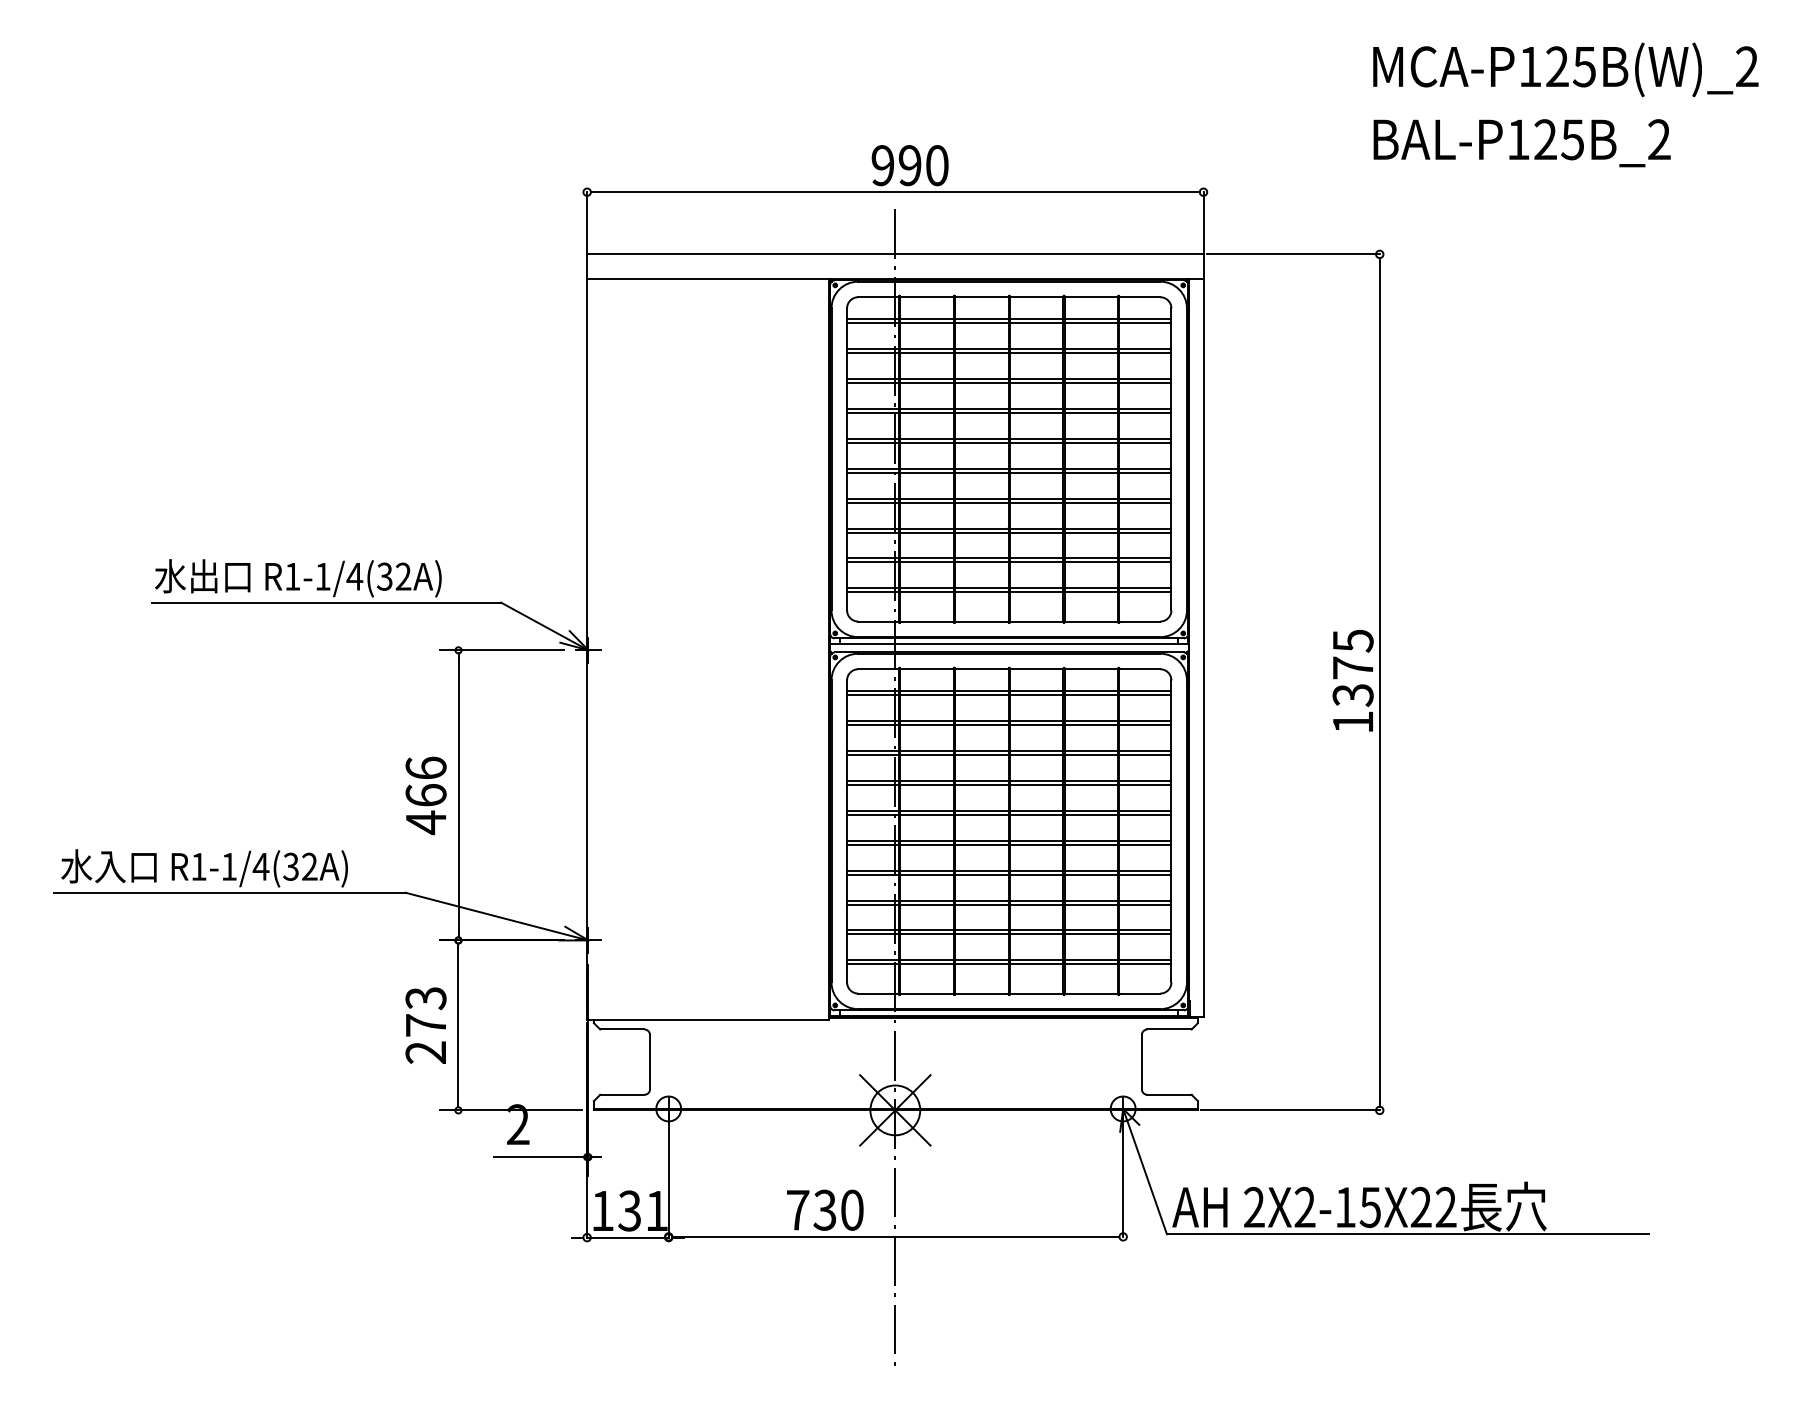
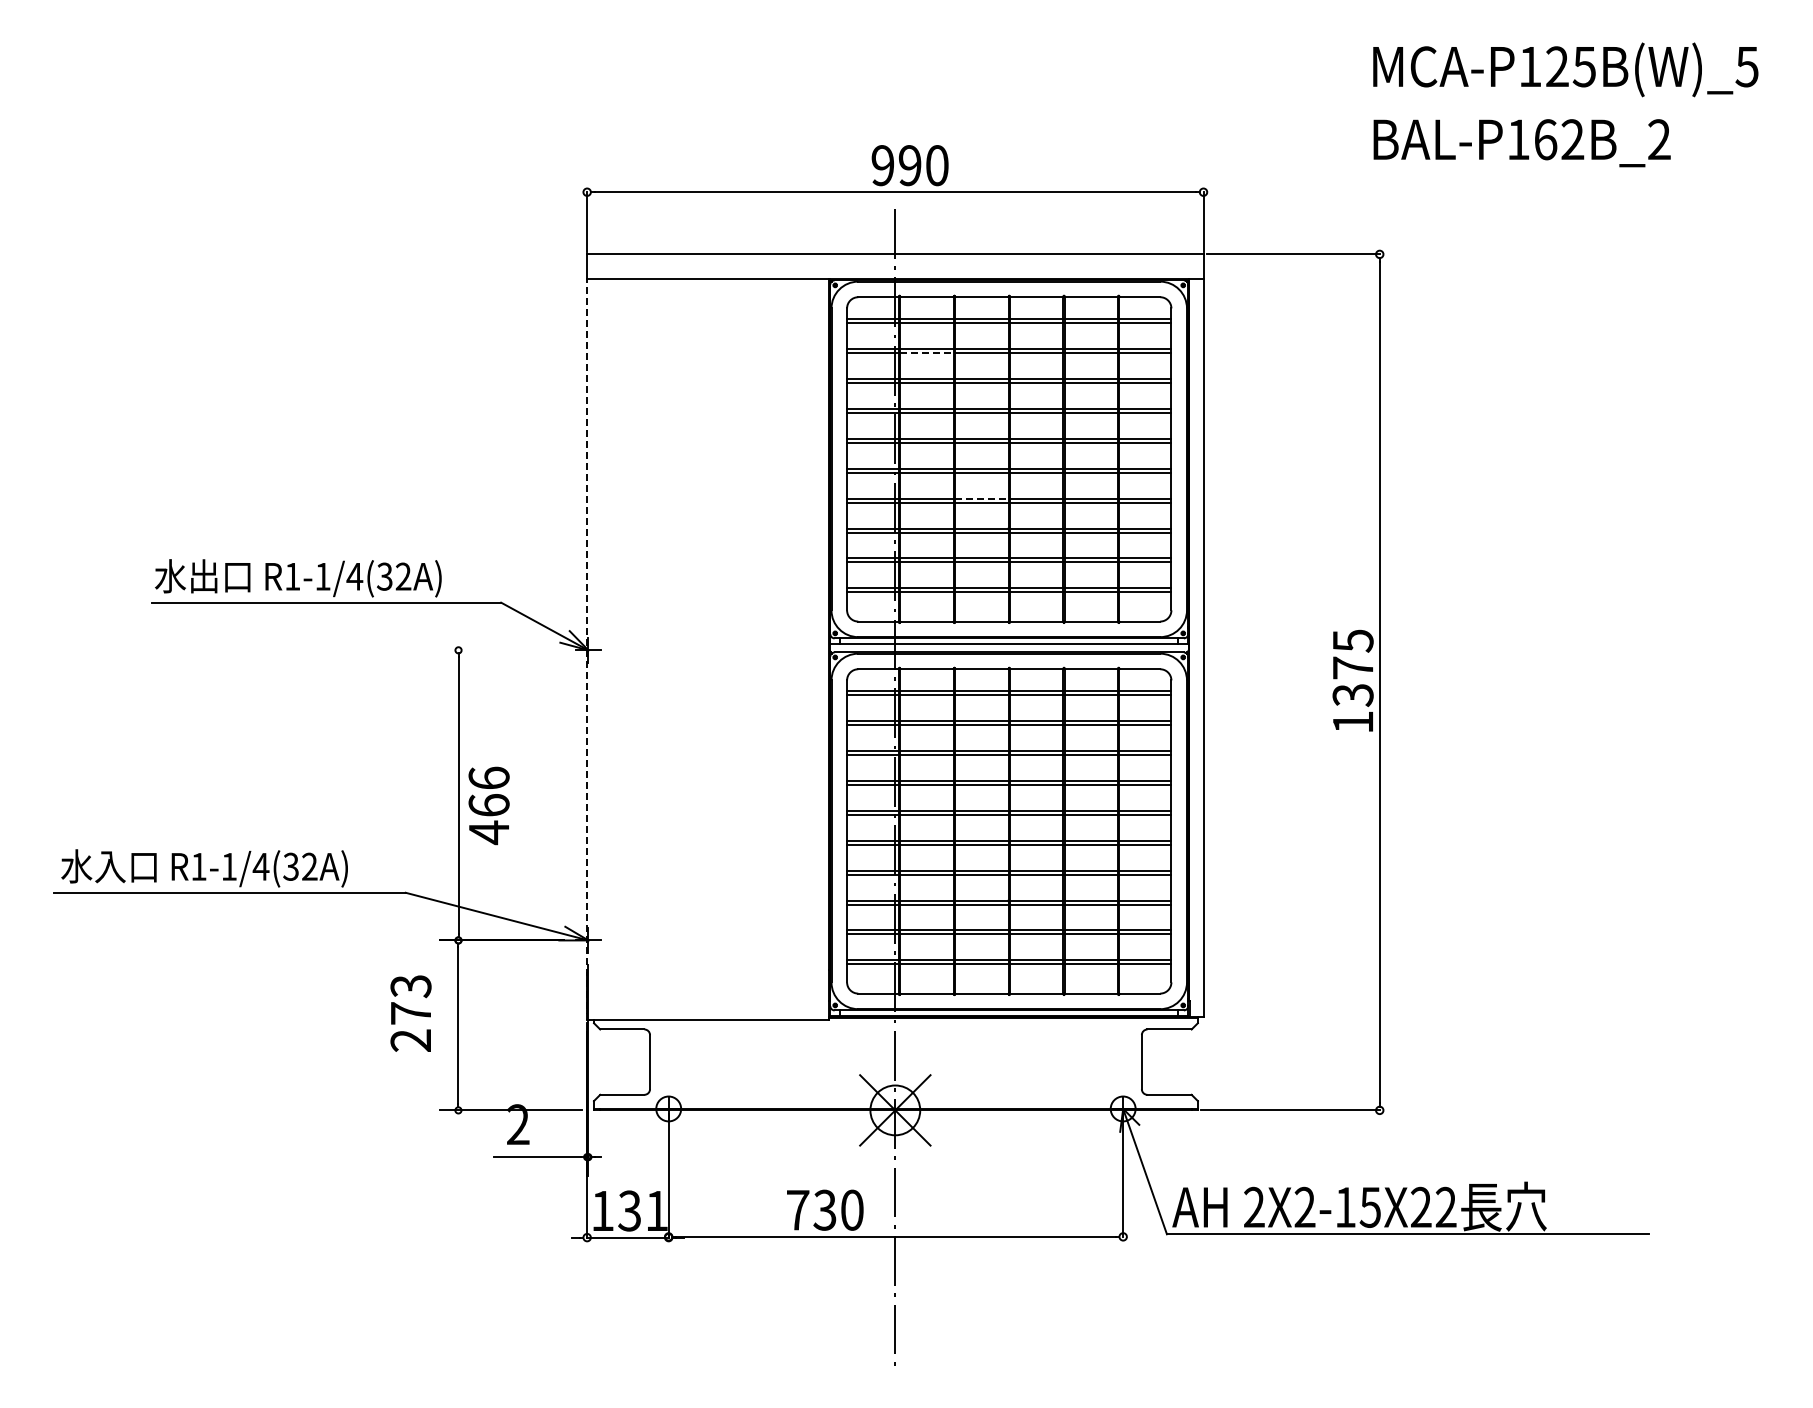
text at (1746, 66): MCA-P125B(W)_2 -> MCA-P125B(W)_5
text at (1559, 139): BAL-P125B_2 -> BAL-P162B_2
line at (927, 353): solid -> dashed
line at (981, 498): solid -> dashed
line at (587, 648): solid -> dashed
line at (501, 650): present -> none
text at (425, 795) position: (425, 795) -> (488, 805)
text at (425, 1025) position: (425, 1025) -> (410, 1013)
